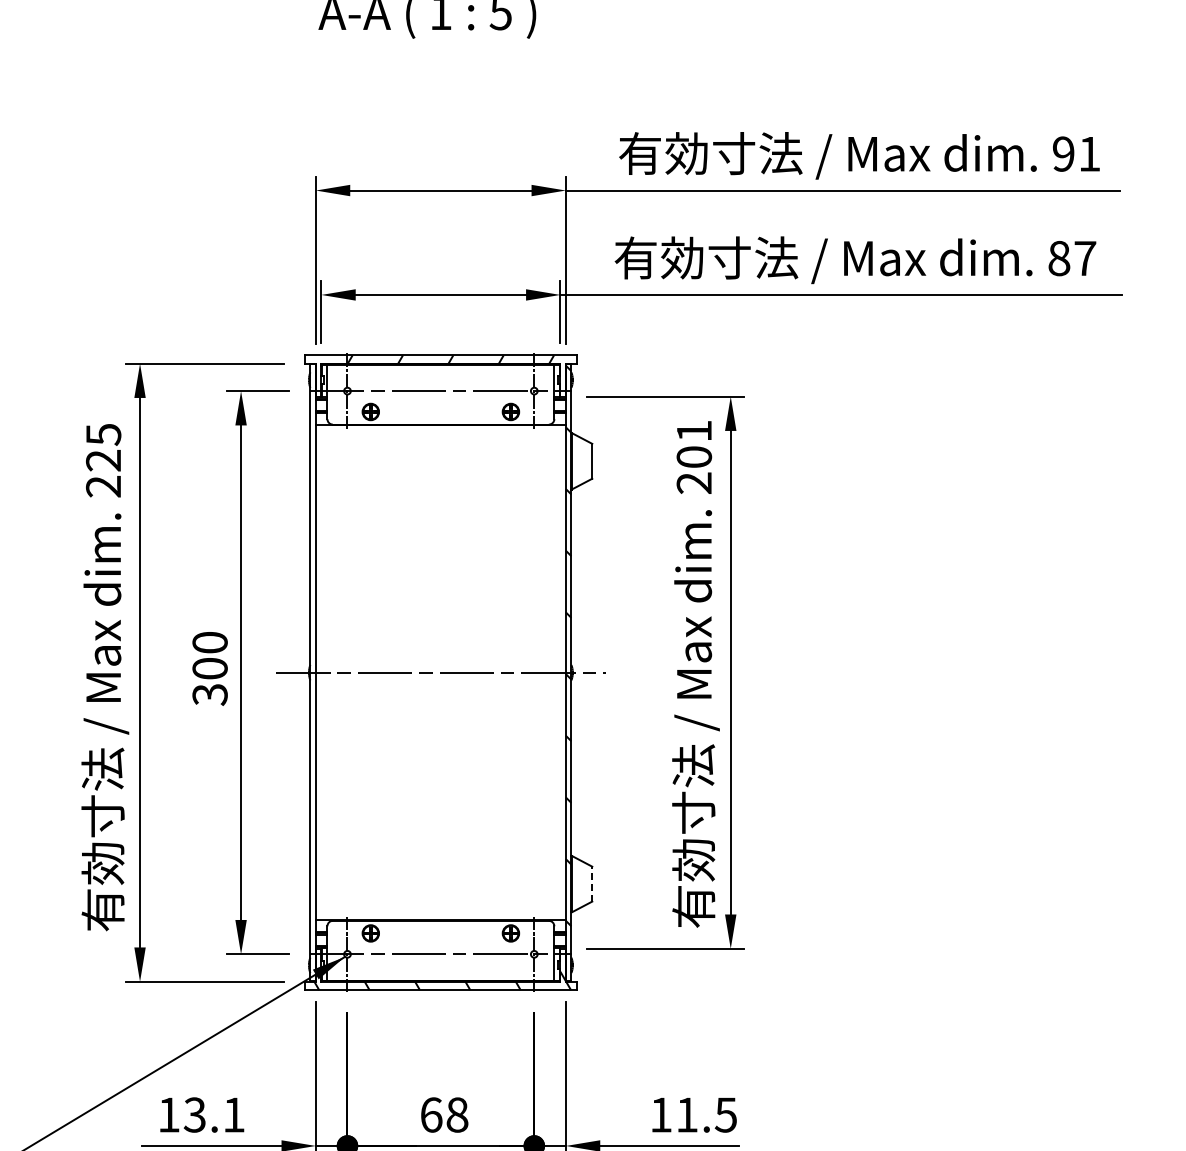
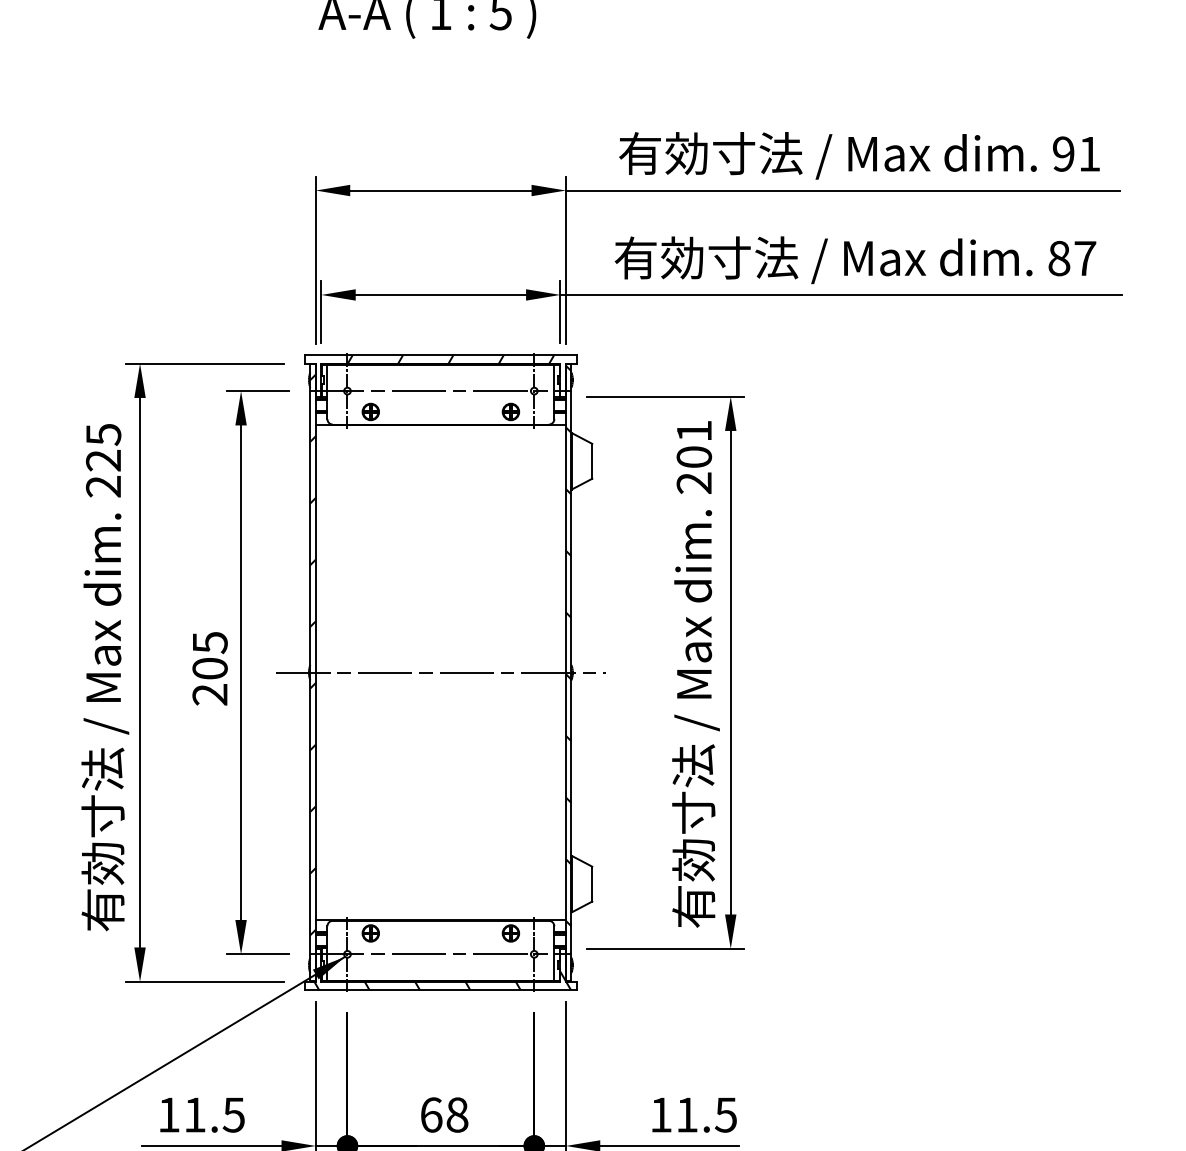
hatch at (312, 654): none -> present
text at (209, 668): 300 -> 205
line at (592, 883): dashed -> solid
text at (213, 1114): 13.1 -> 11.5
